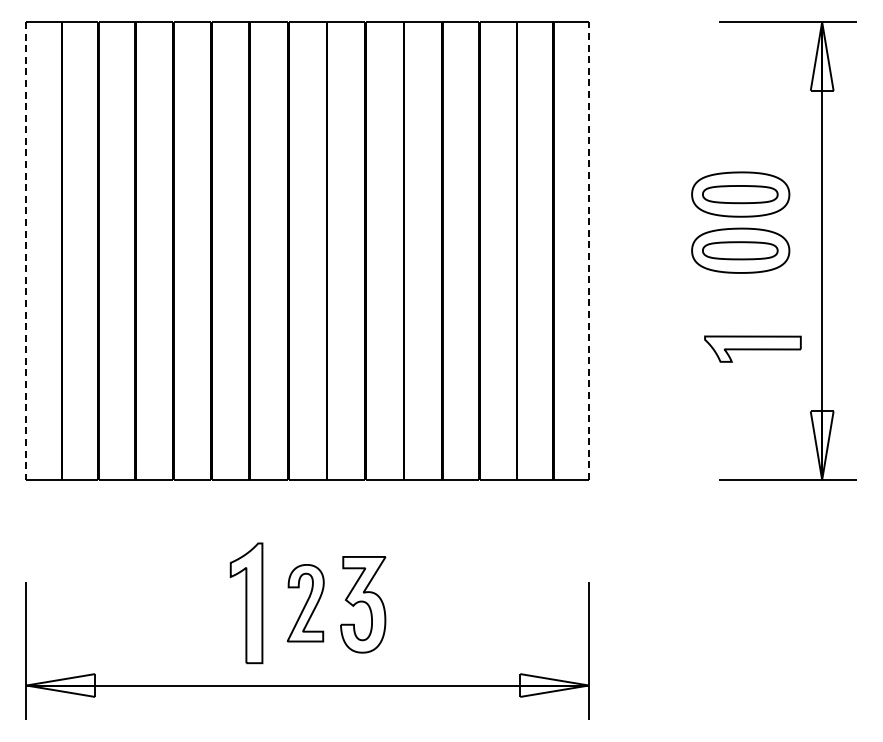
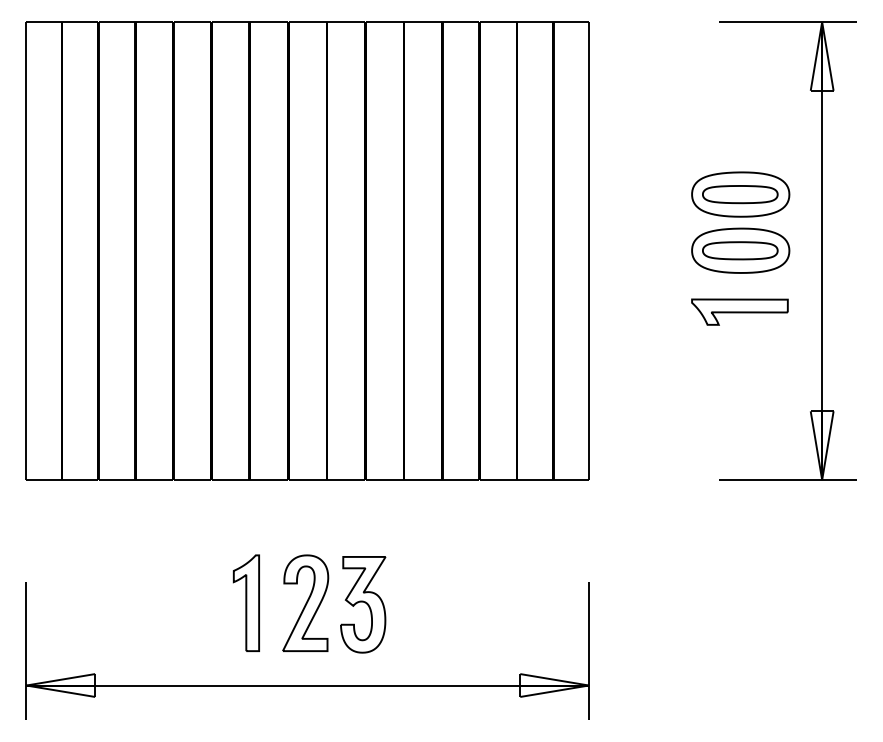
line at (26, 251): dashed -> solid
line at (588, 251): dashed -> solid
part at (752, 348) position: (752, 348) -> (739, 311)
part at (246, 603) size: 35x123 px -> 28x98 px
part at (305, 603) size: 38x79 px -> 48x98 px
